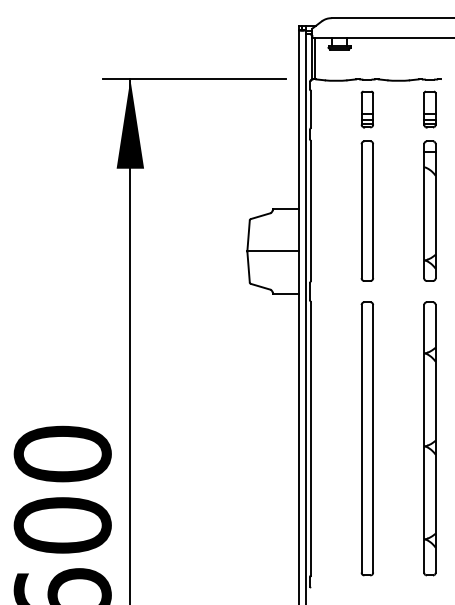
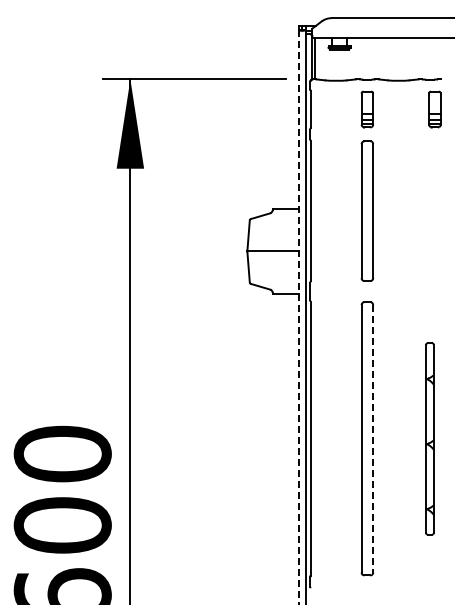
part at (429, 109) position: (429, 109) -> (434, 109)
part at (429, 210): present -> none
line at (298, 317): solid -> dashed
line at (373, 438): solid -> dashed
part at (429, 438) size: 14x276 px -> 10x194 px
